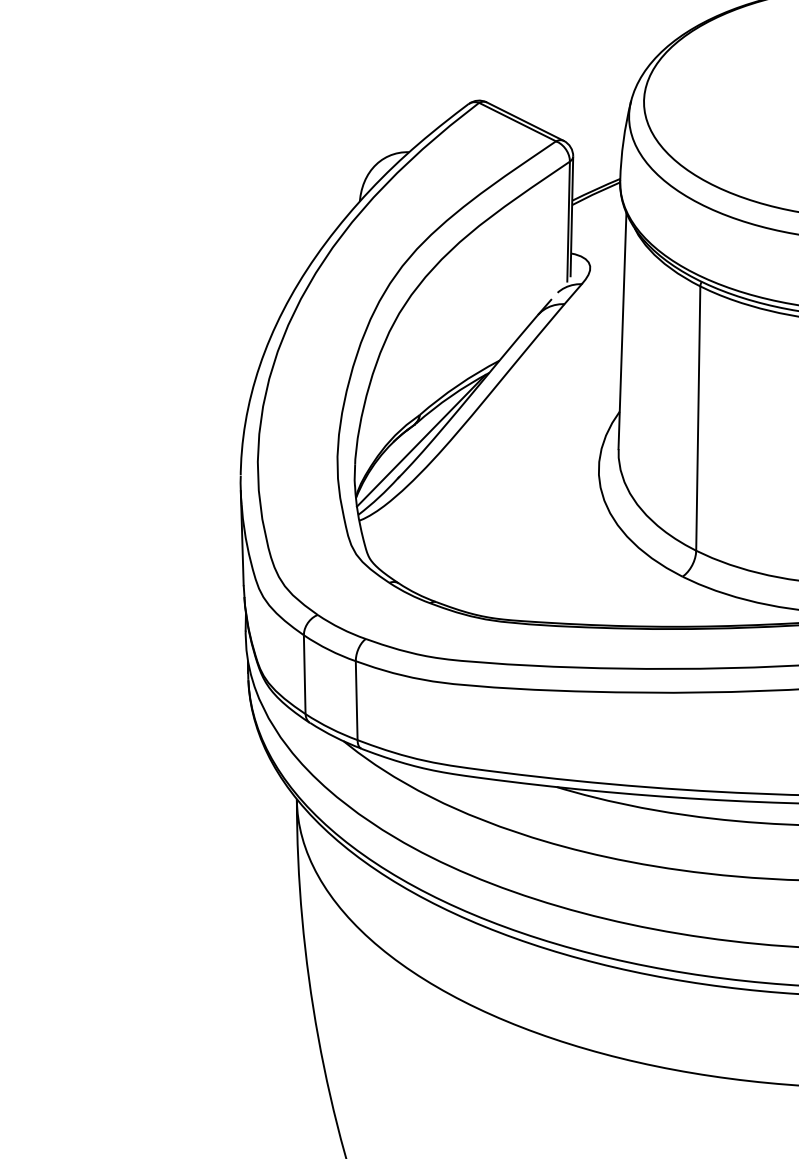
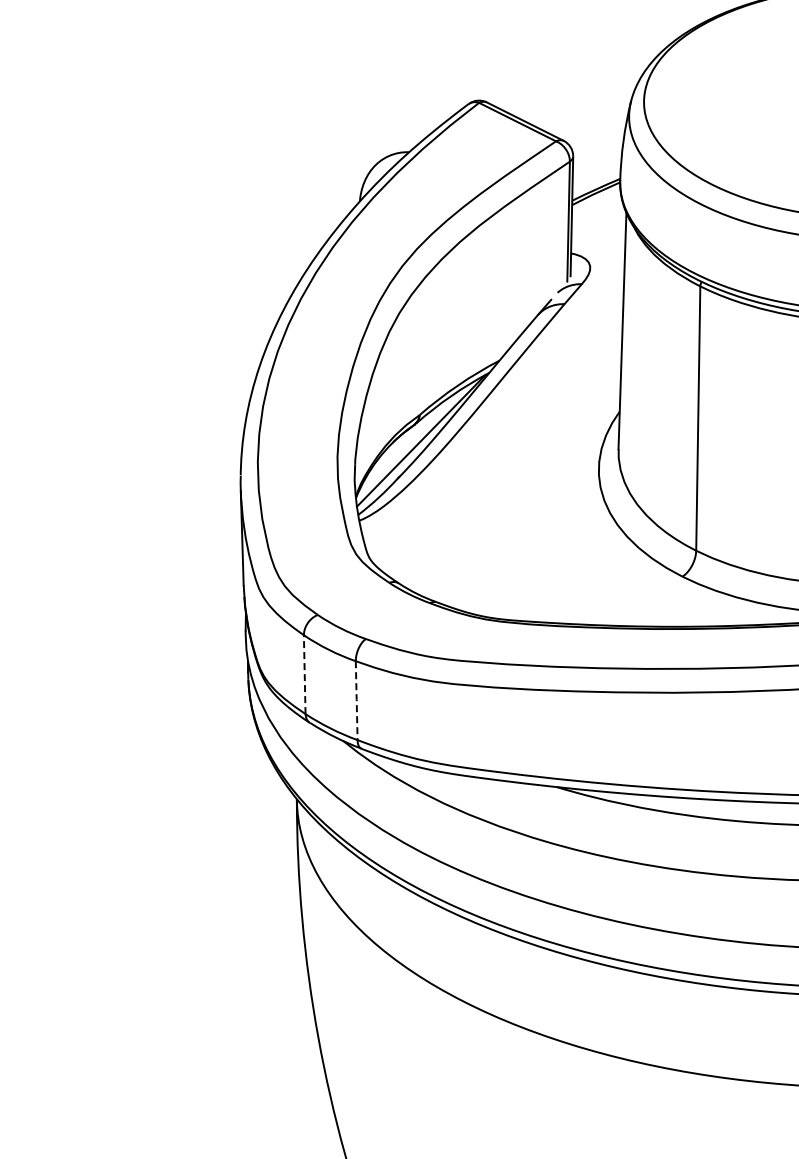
line at (304, 673): solid -> dashed
line at (356, 700): solid -> dashed
